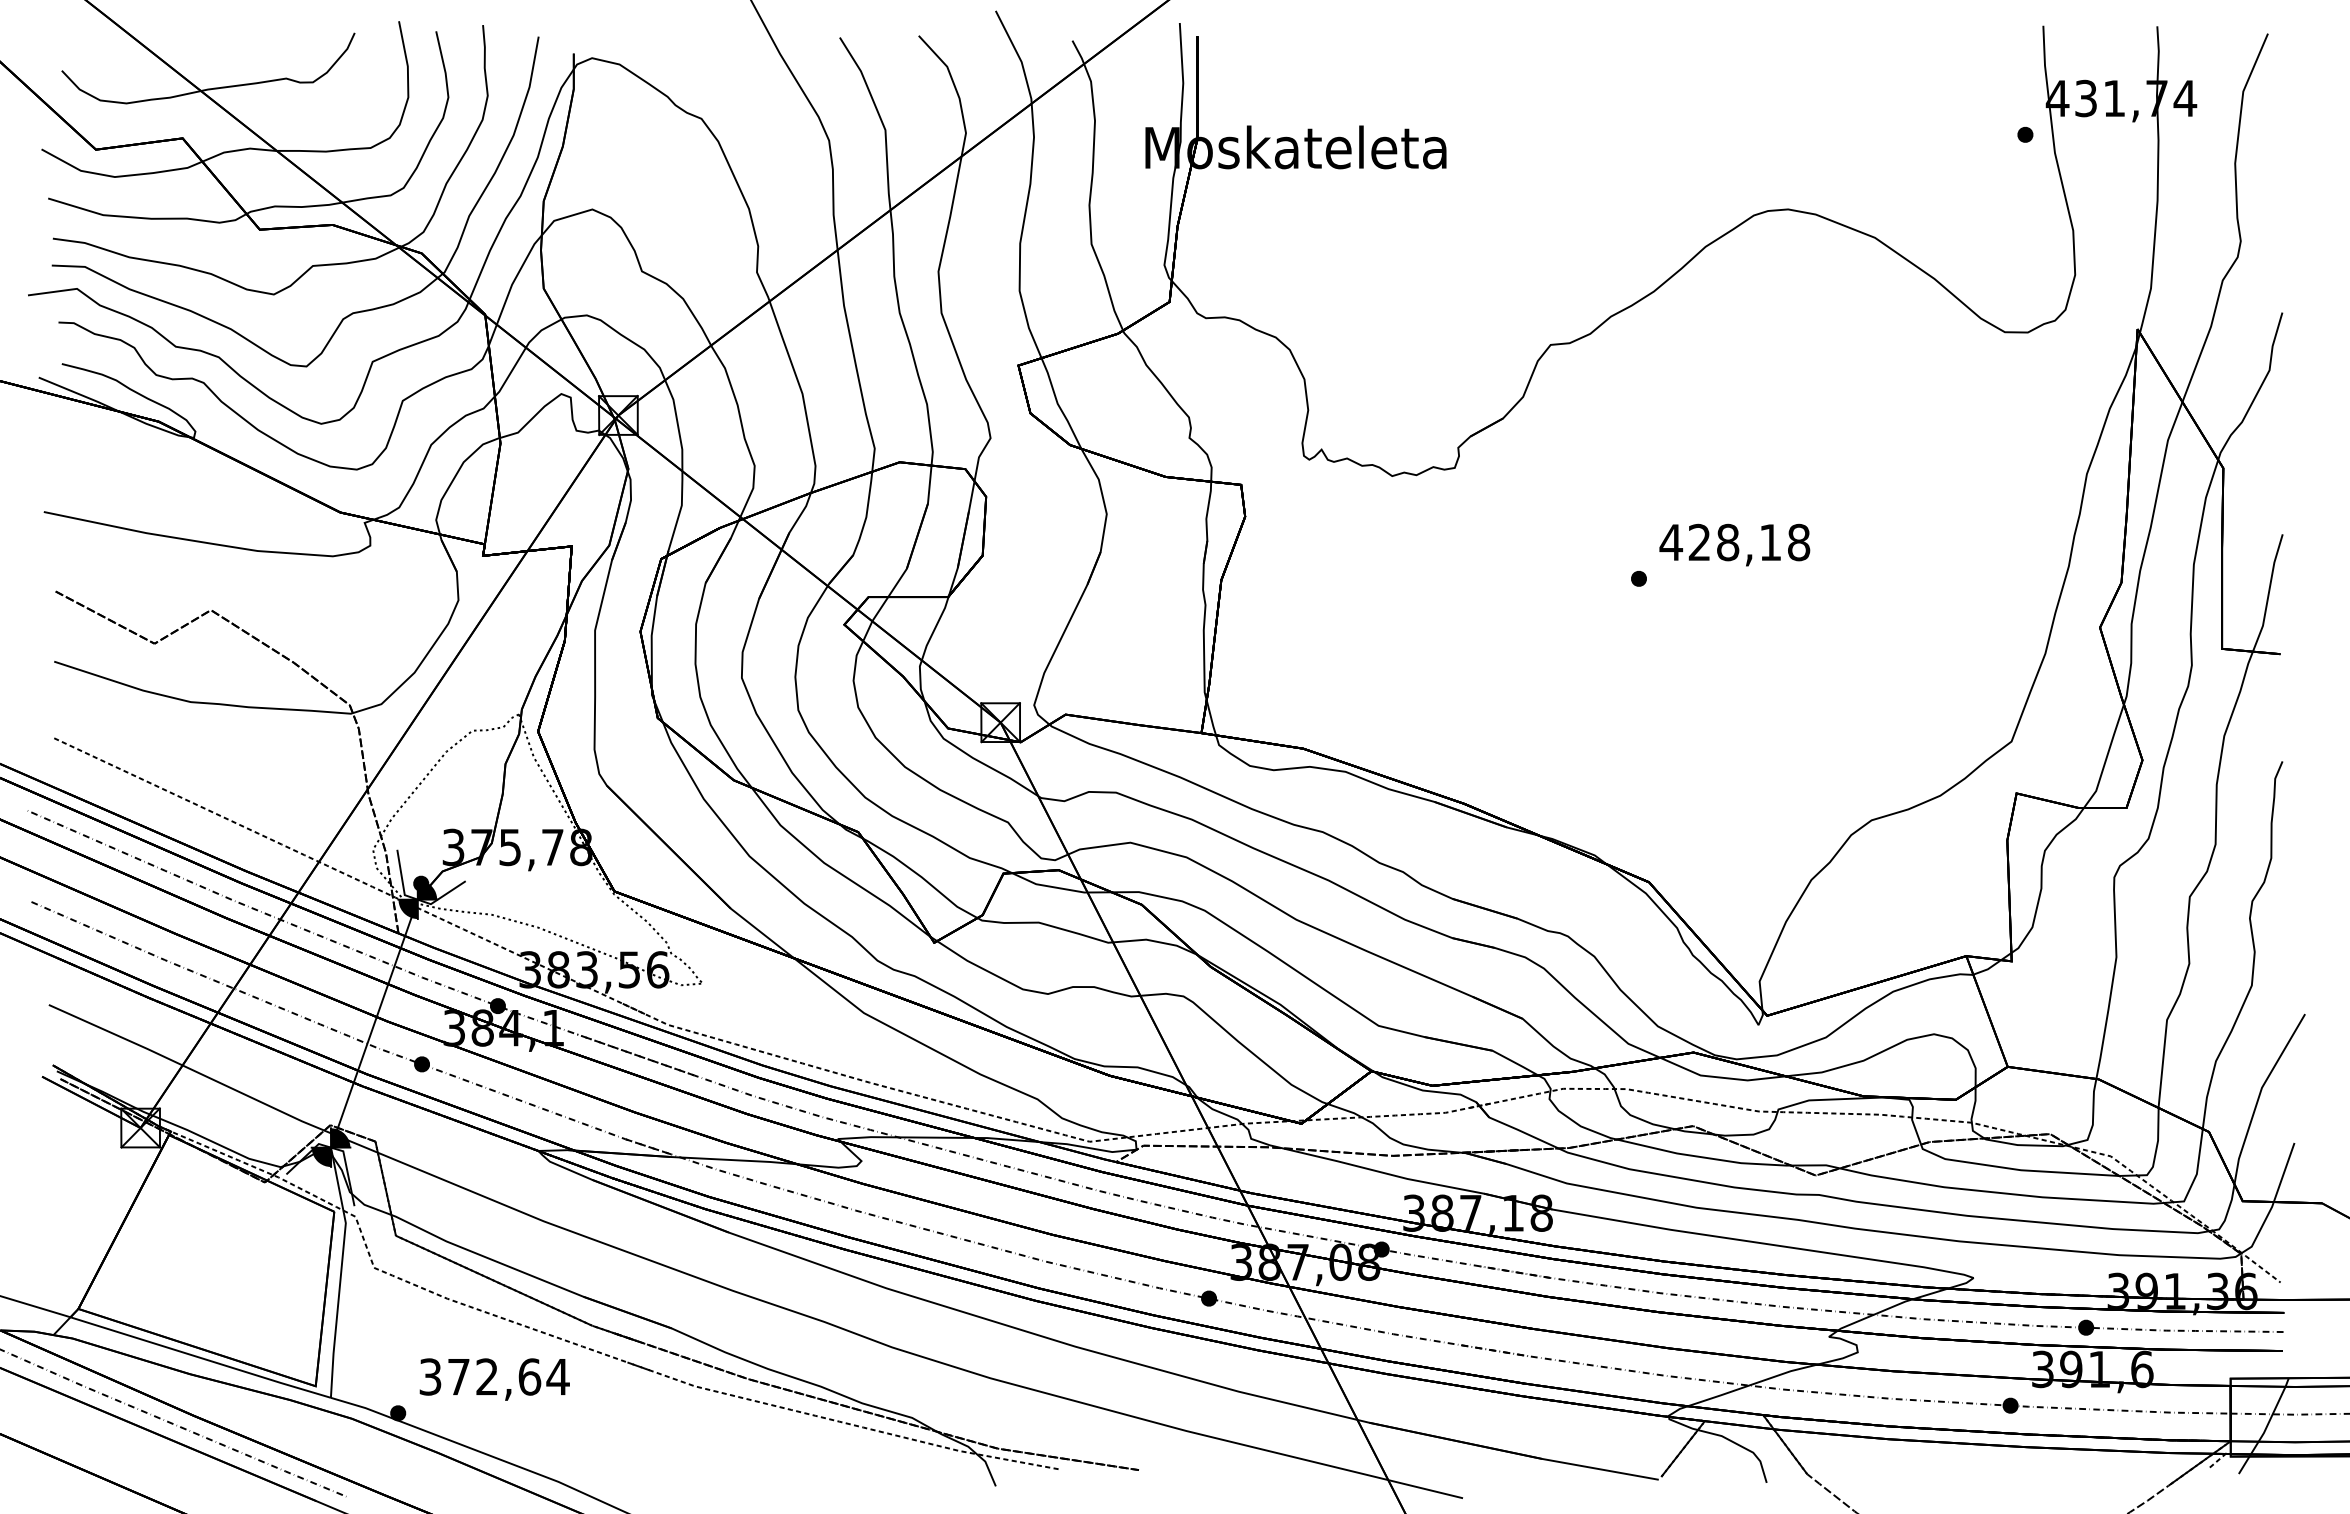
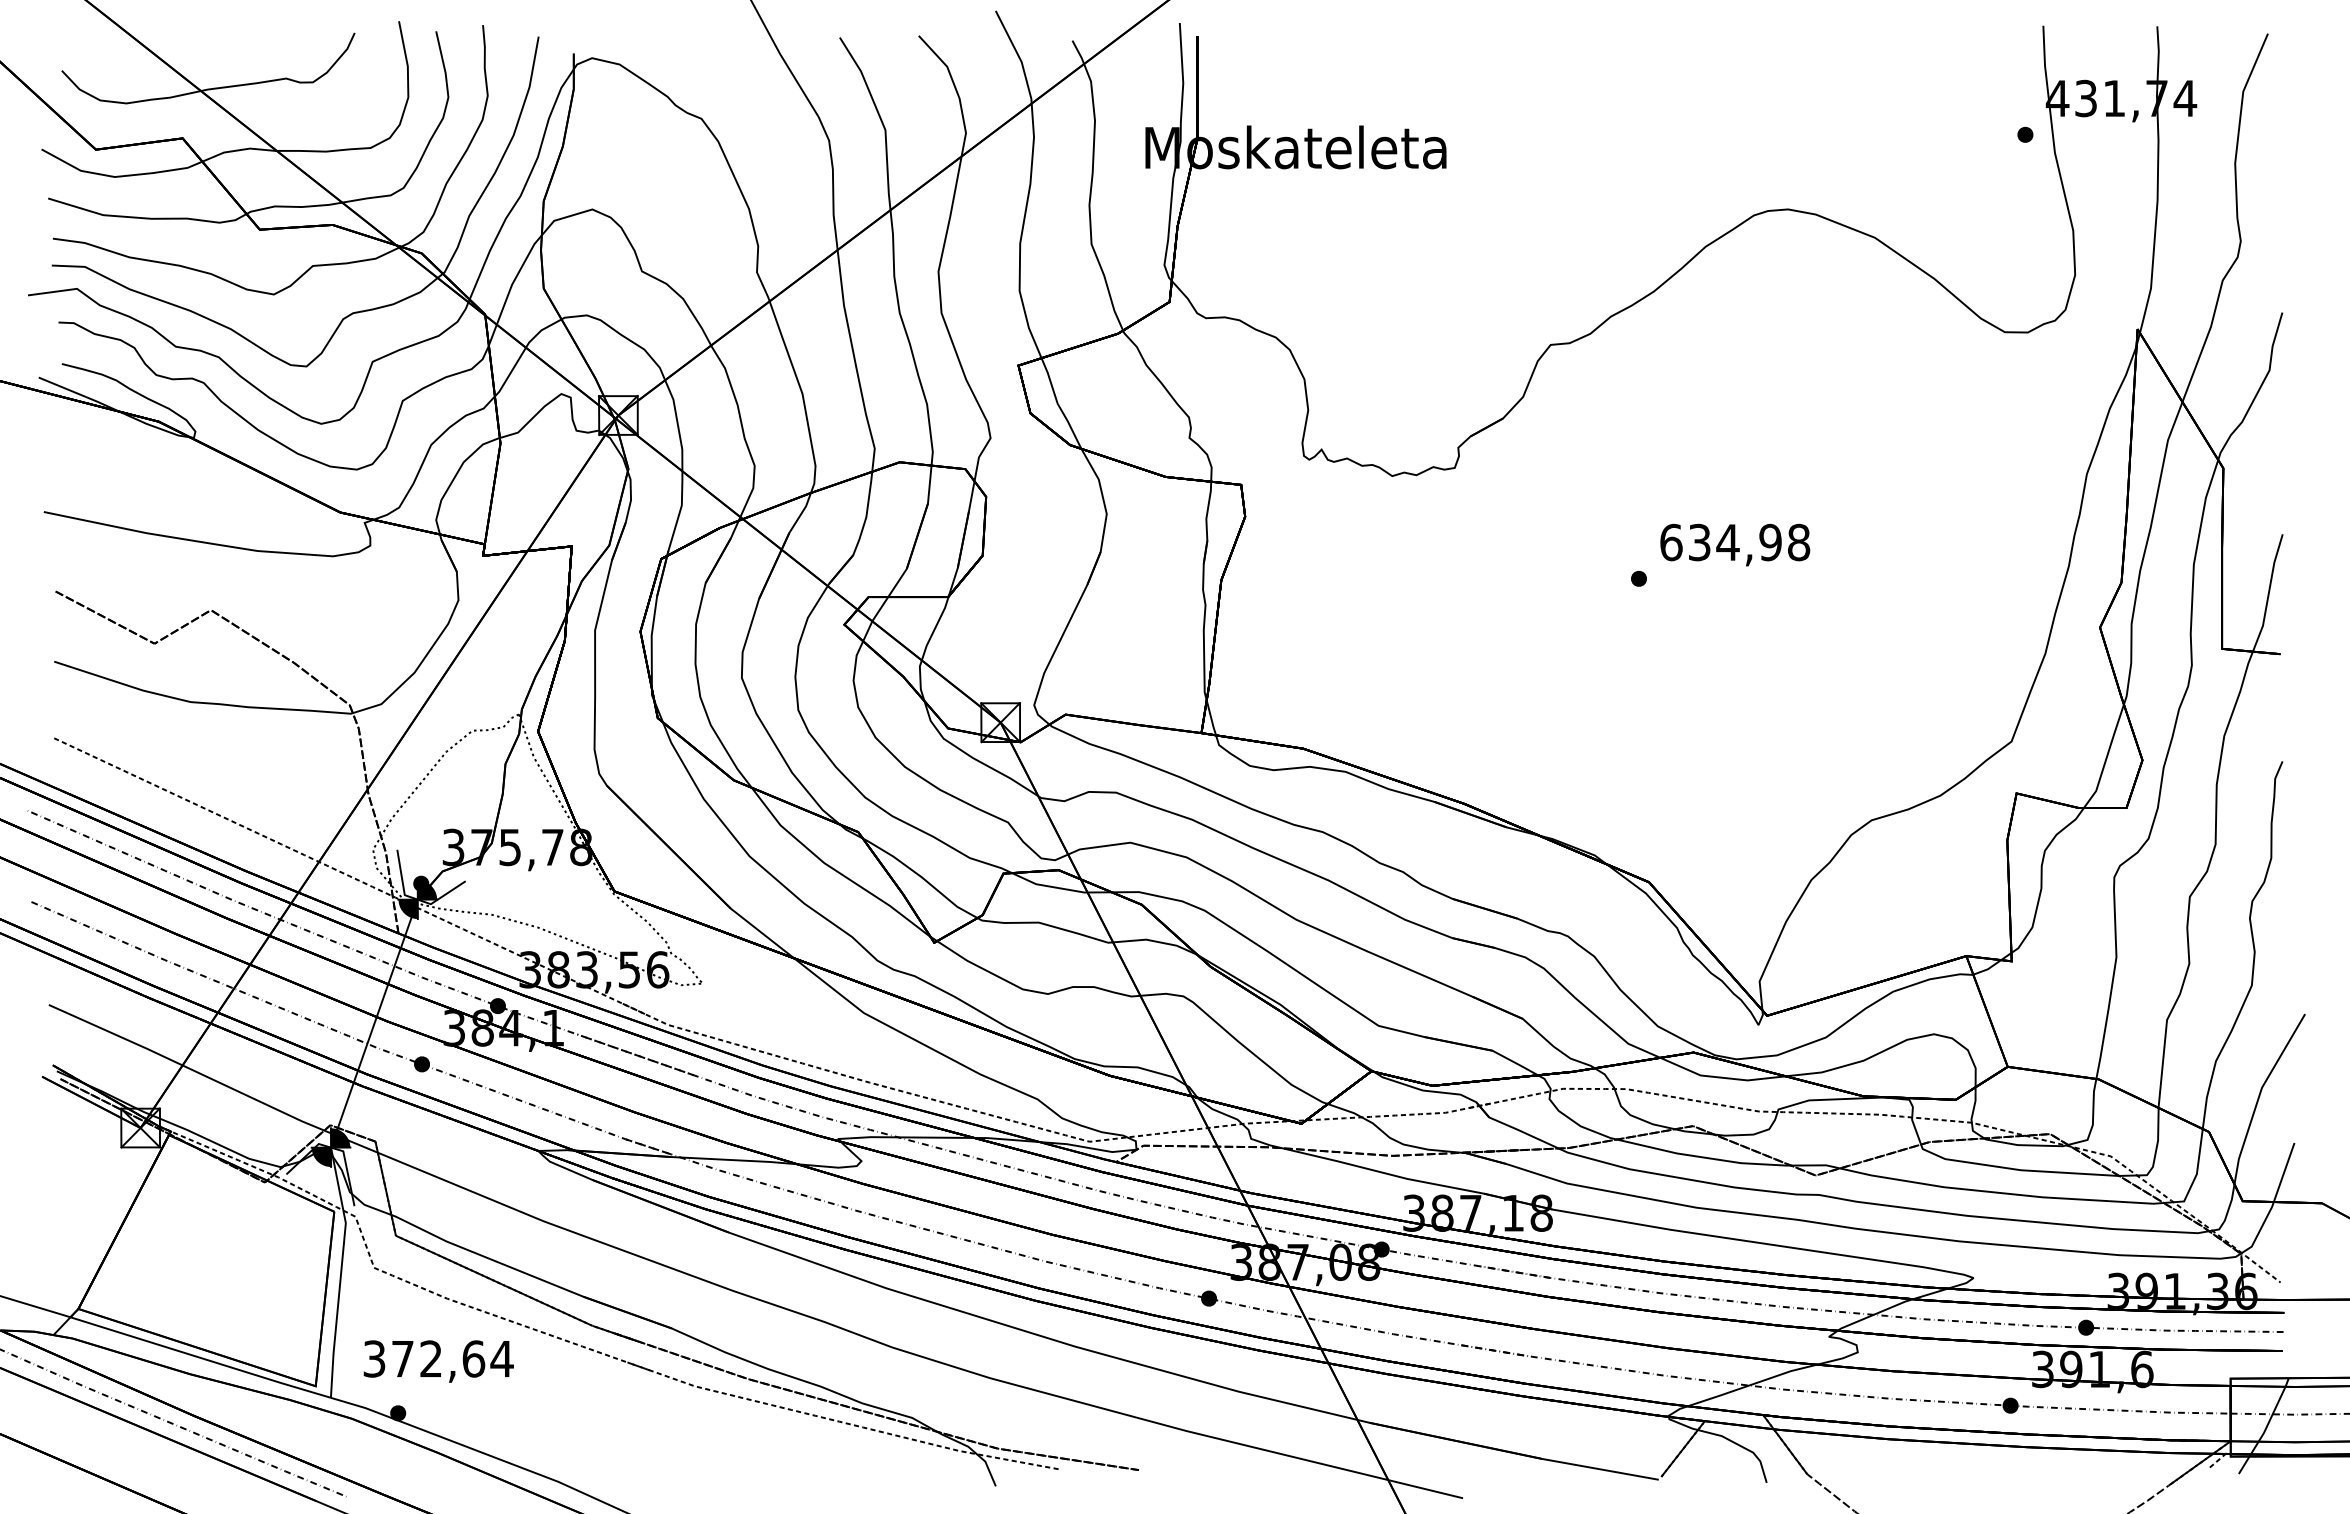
text at (1720, 542): 428,18 -> 634,98
text at (494, 1379) position: (494, 1379) -> (438, 1361)
